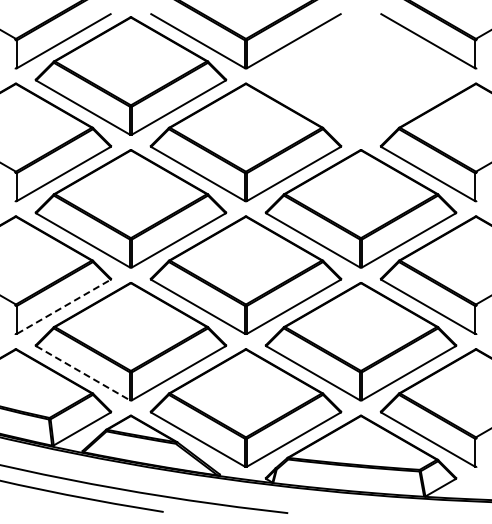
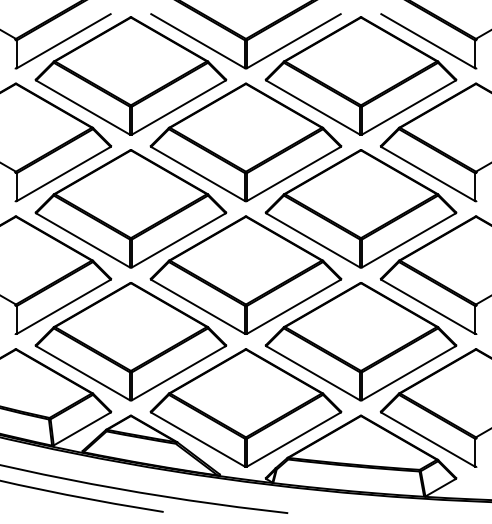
part at (360, 75): none -> present
line at (64, 306): dashed -> solid
line at (83, 373): dashed -> solid
